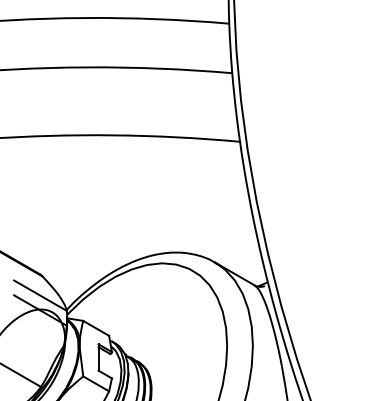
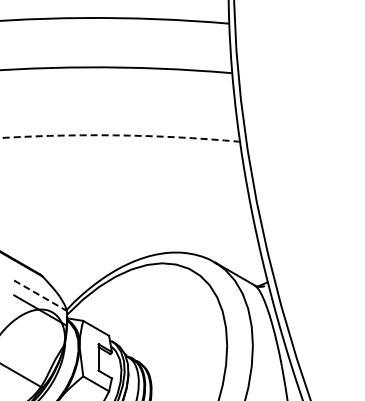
arc at (120, 135): solid -> dashed
line at (40, 295): solid -> dashed
